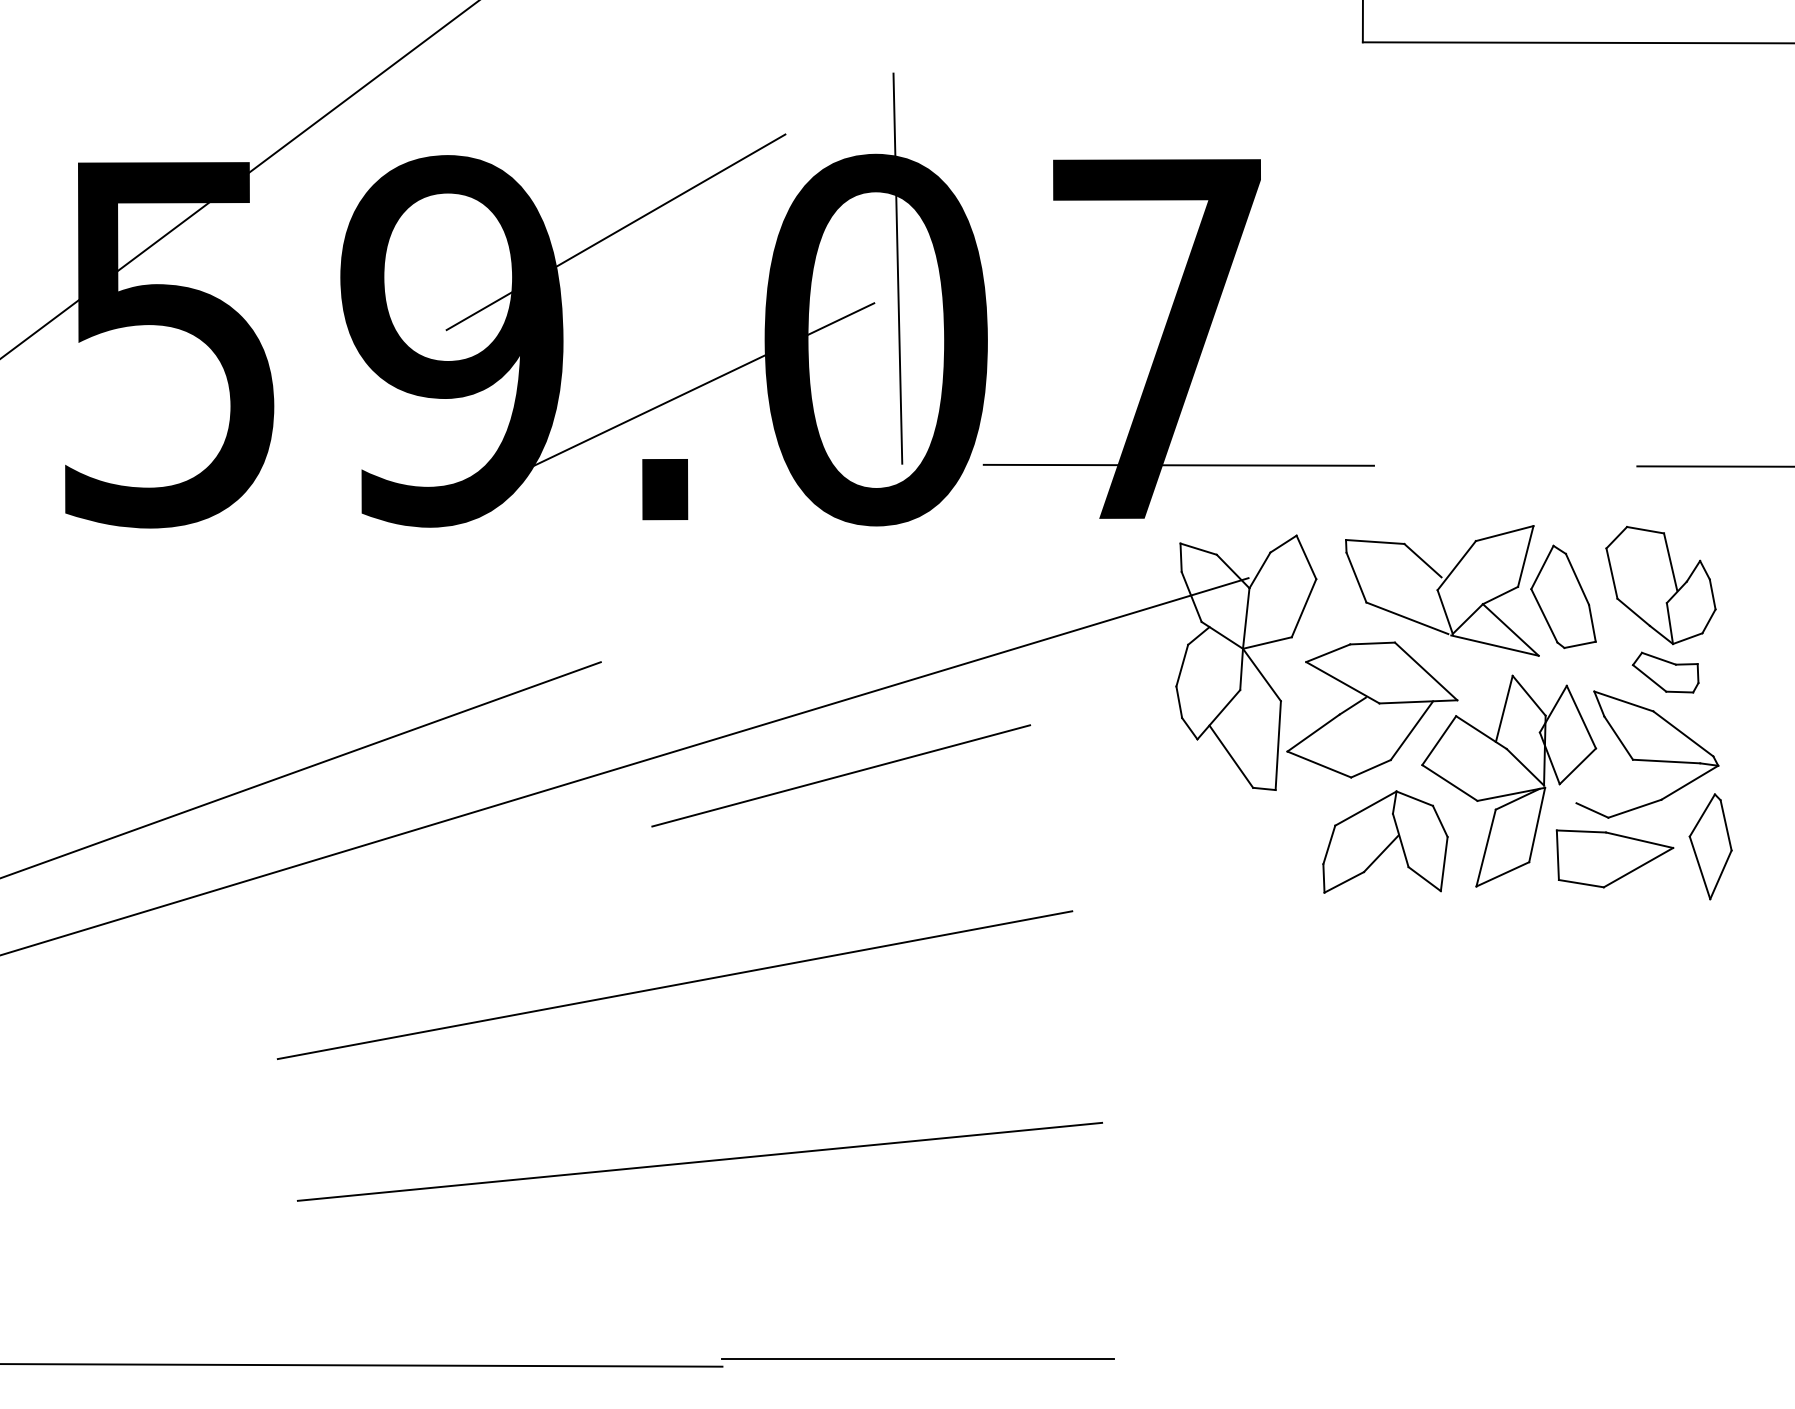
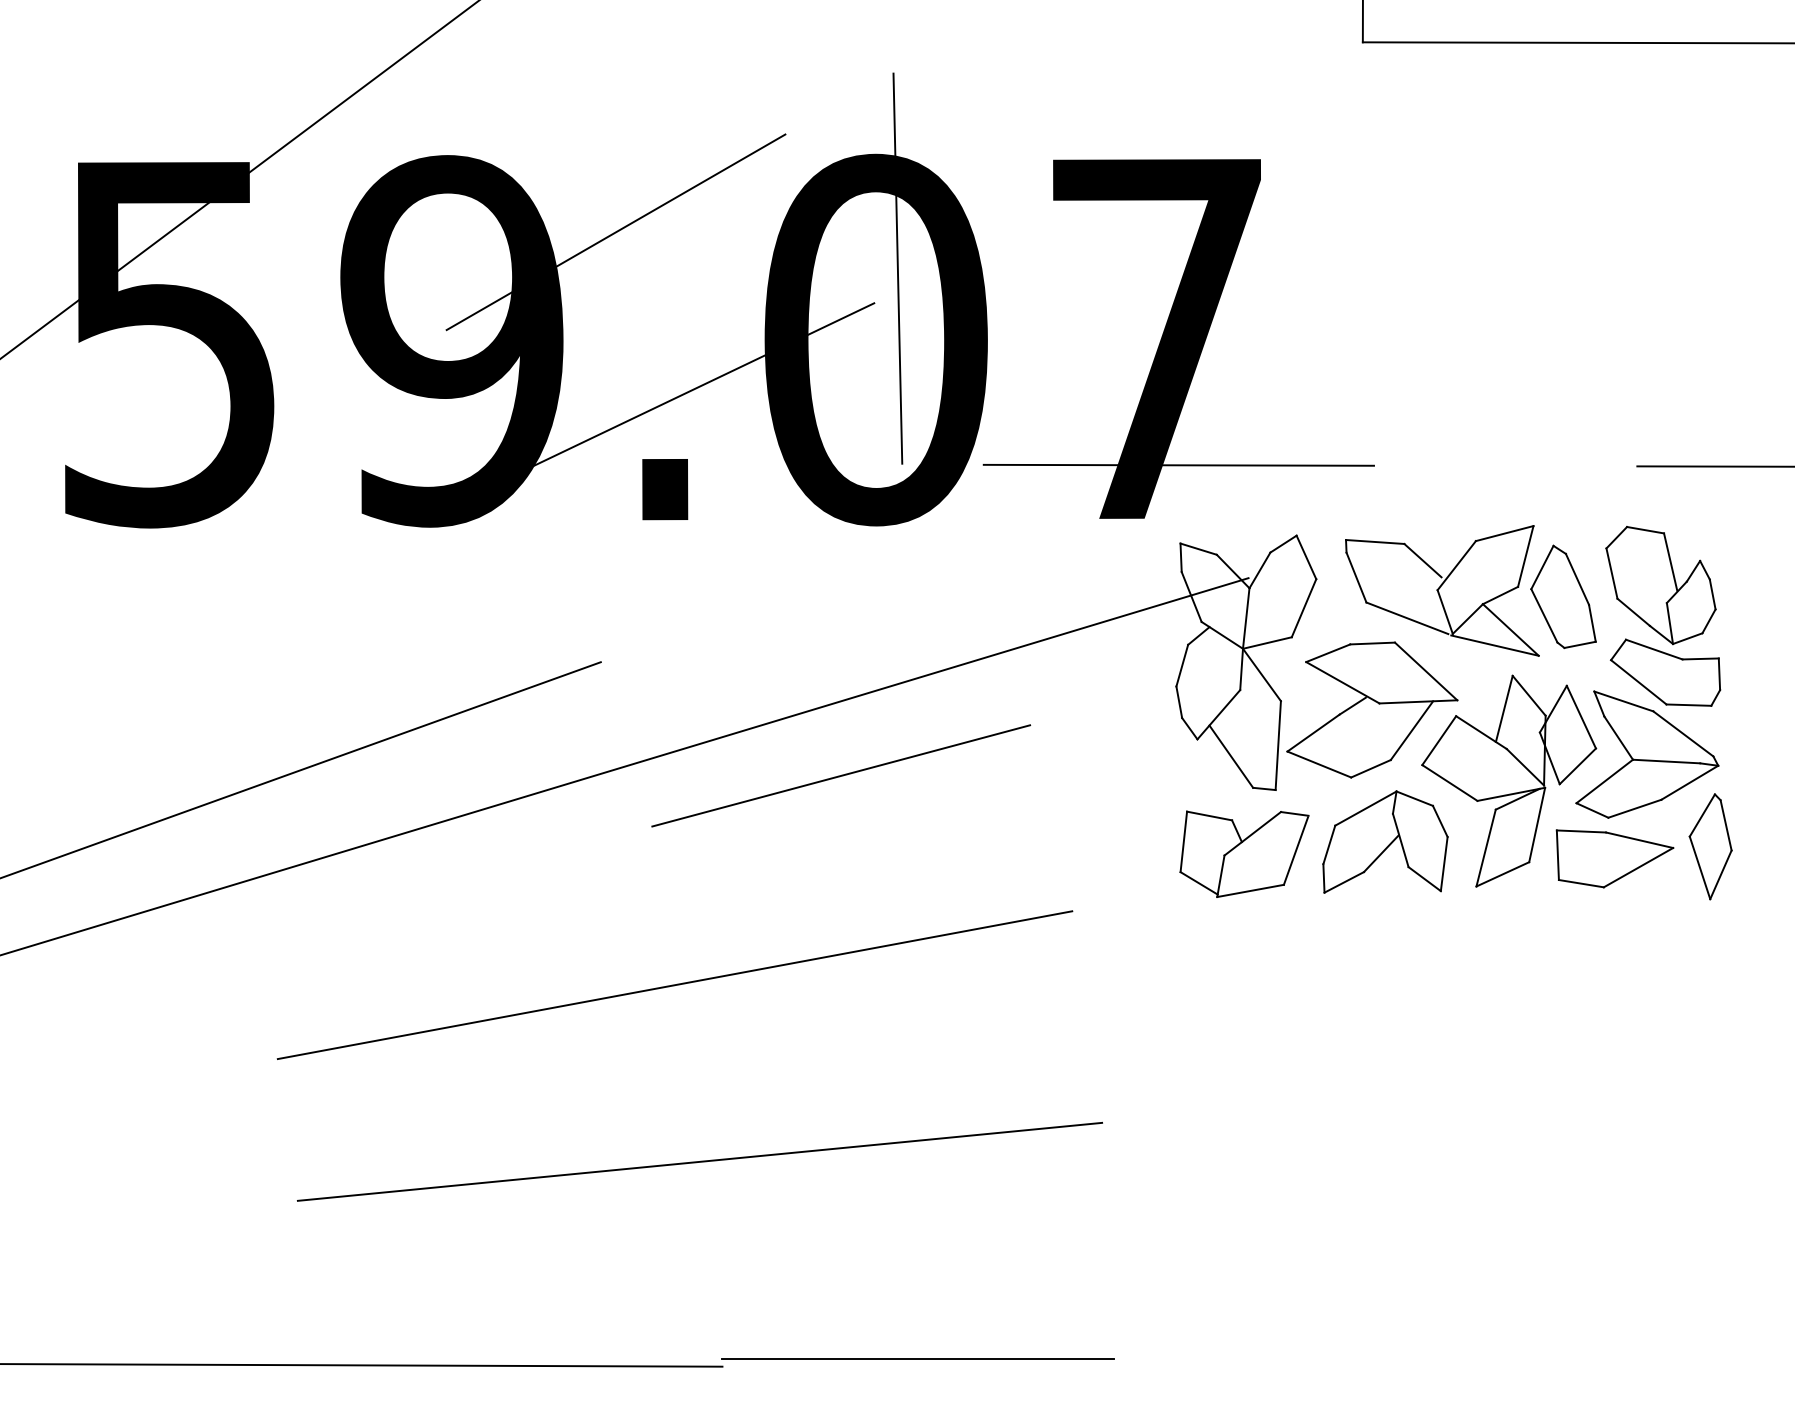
part at (1665, 672) size: 69x43 px -> 112x69 px
line at (1604, 781): none -> present
part at (1244, 853): none -> present
